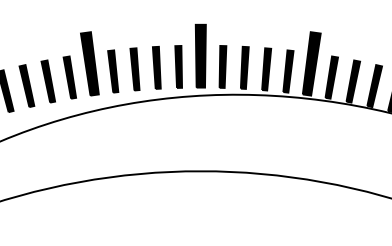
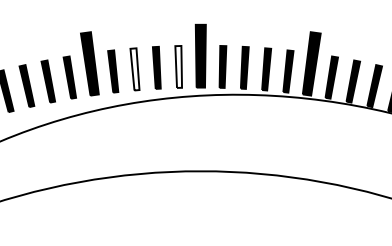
fill at (178, 66): present -> none
fill at (134, 69): present -> none
